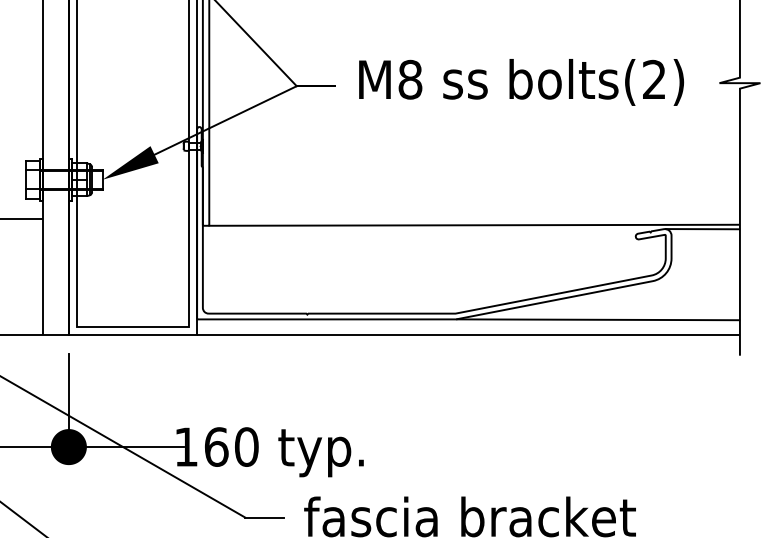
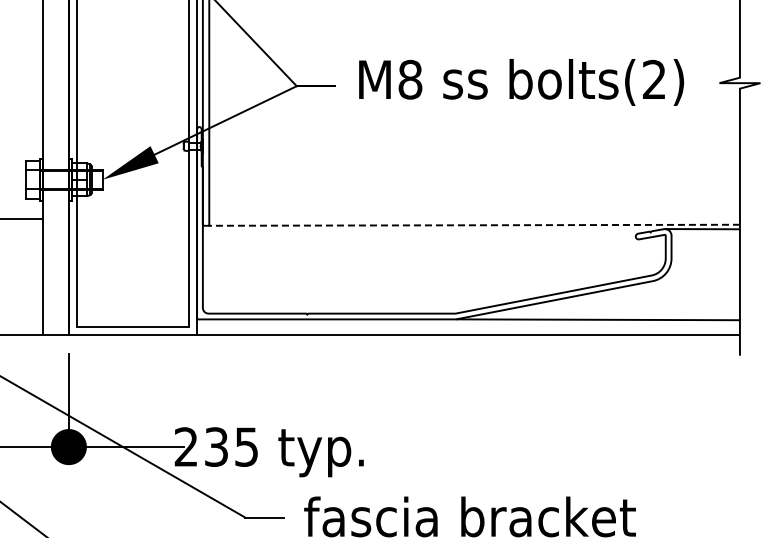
line at (474, 225): solid -> dashed
text at (216, 446): 160 -> 235
